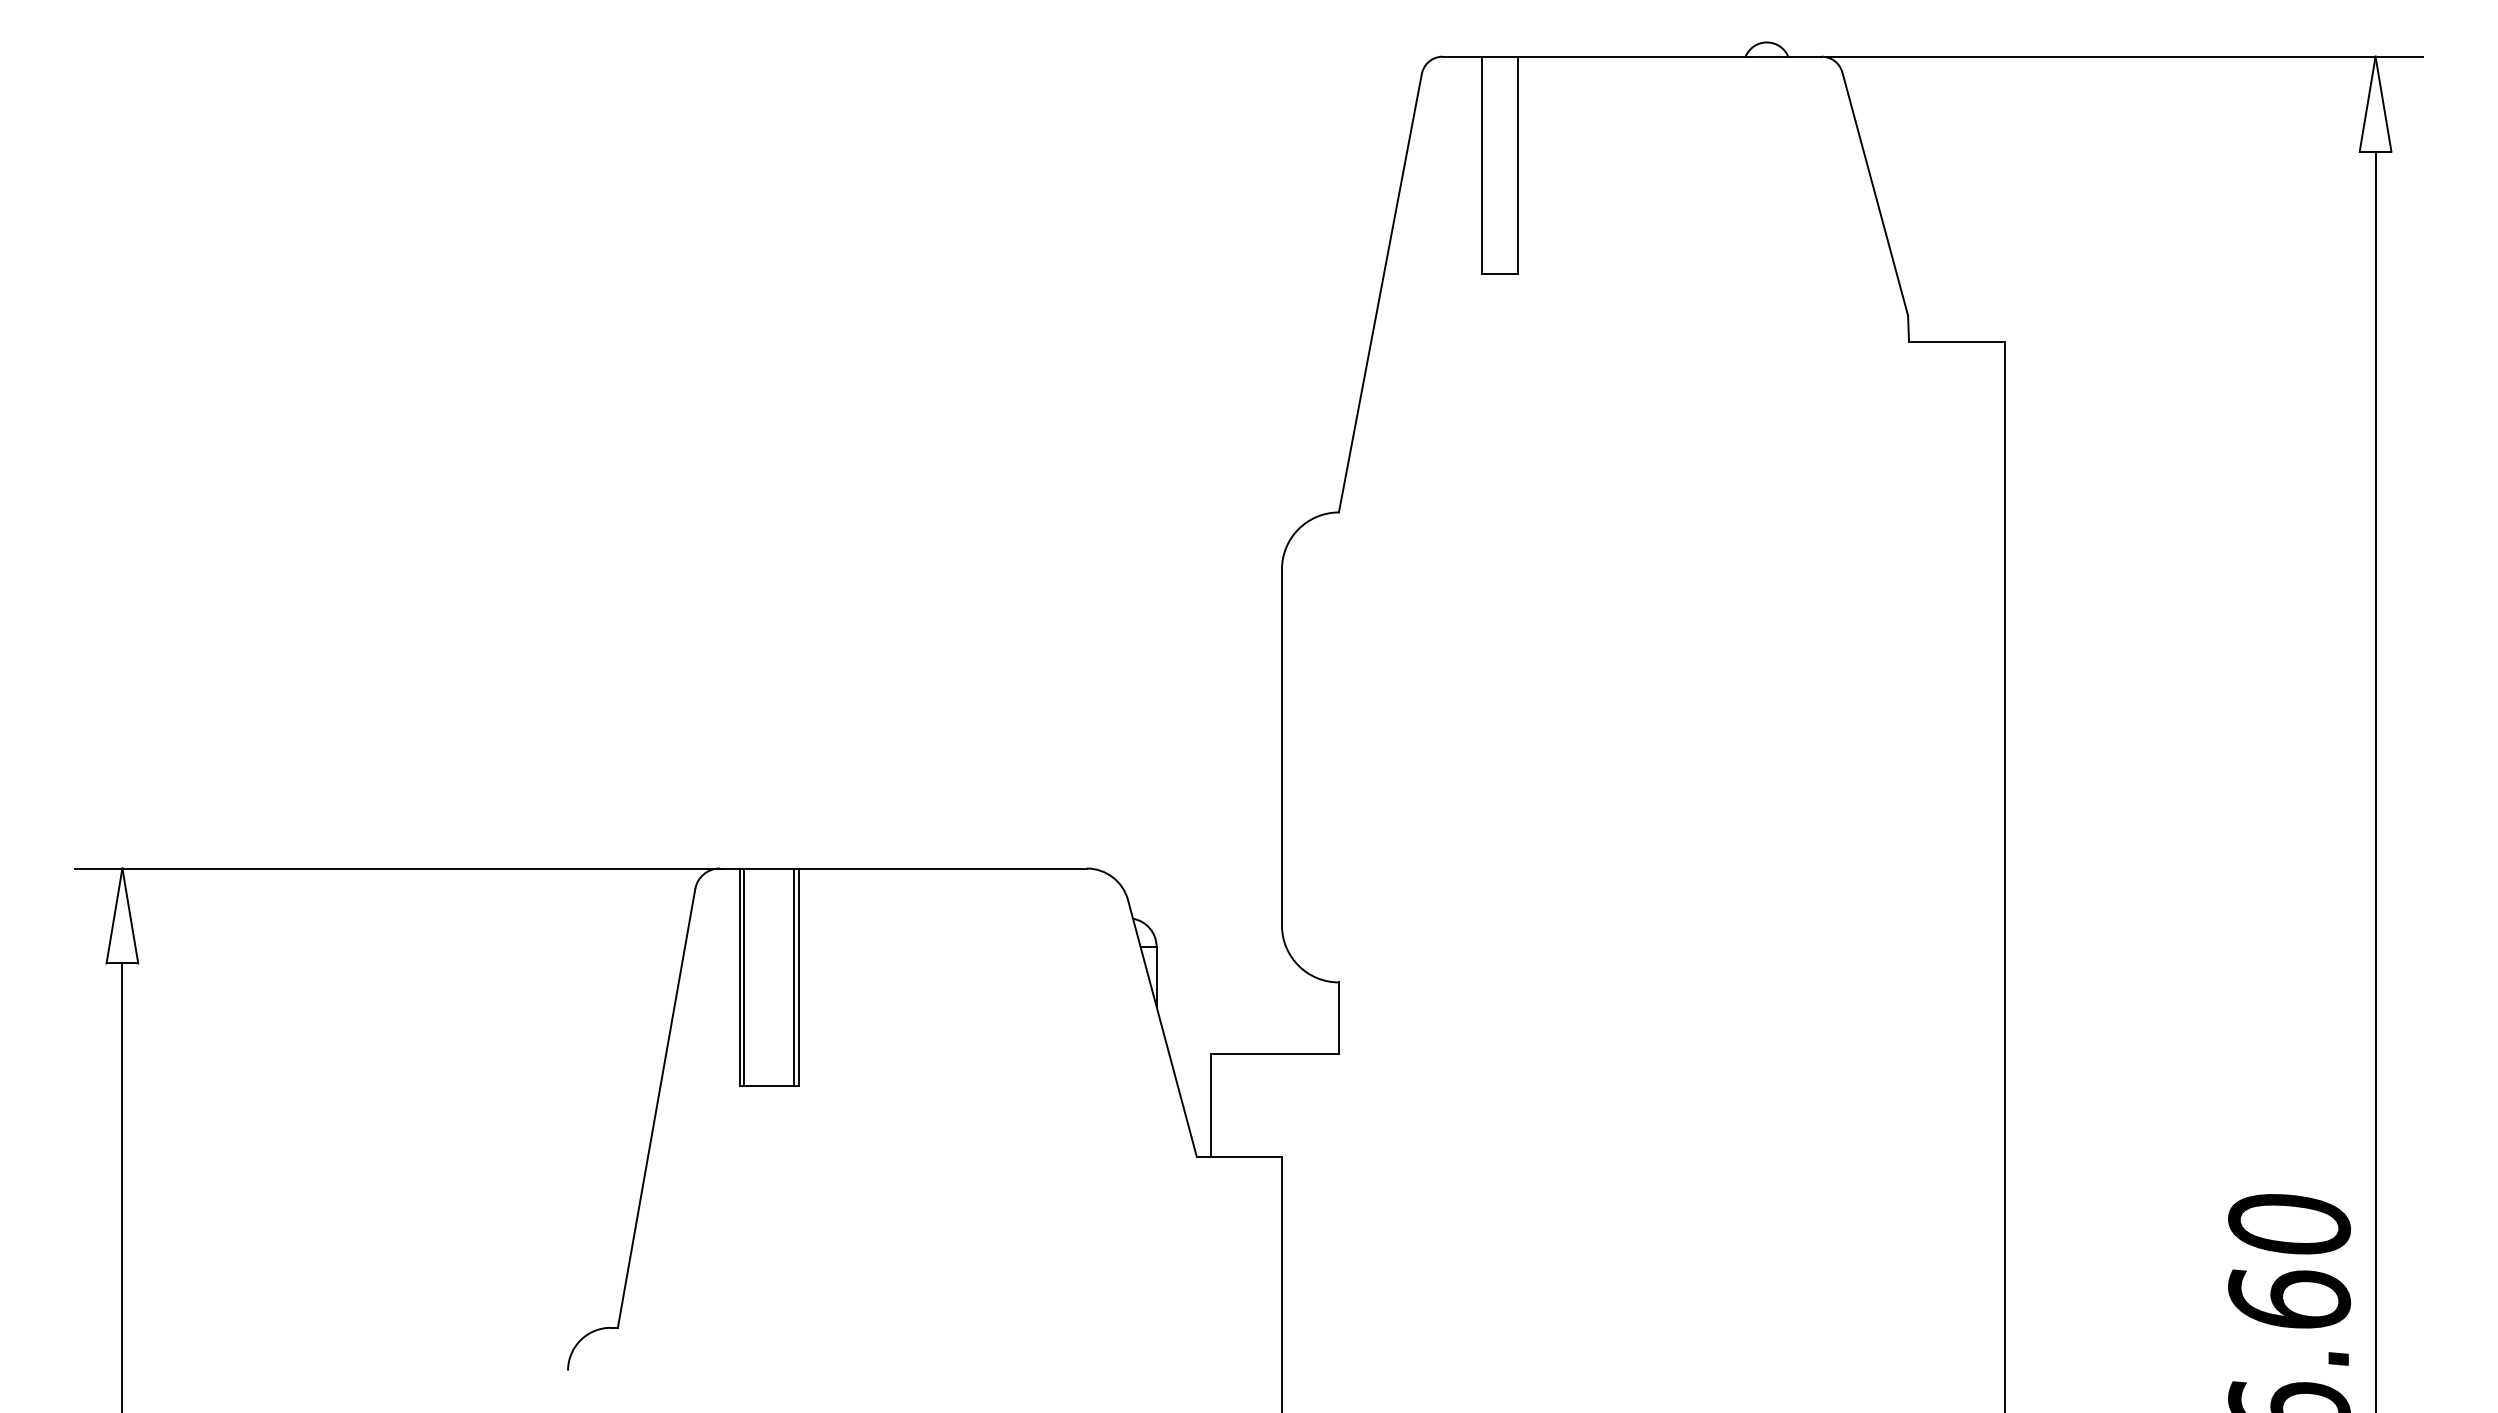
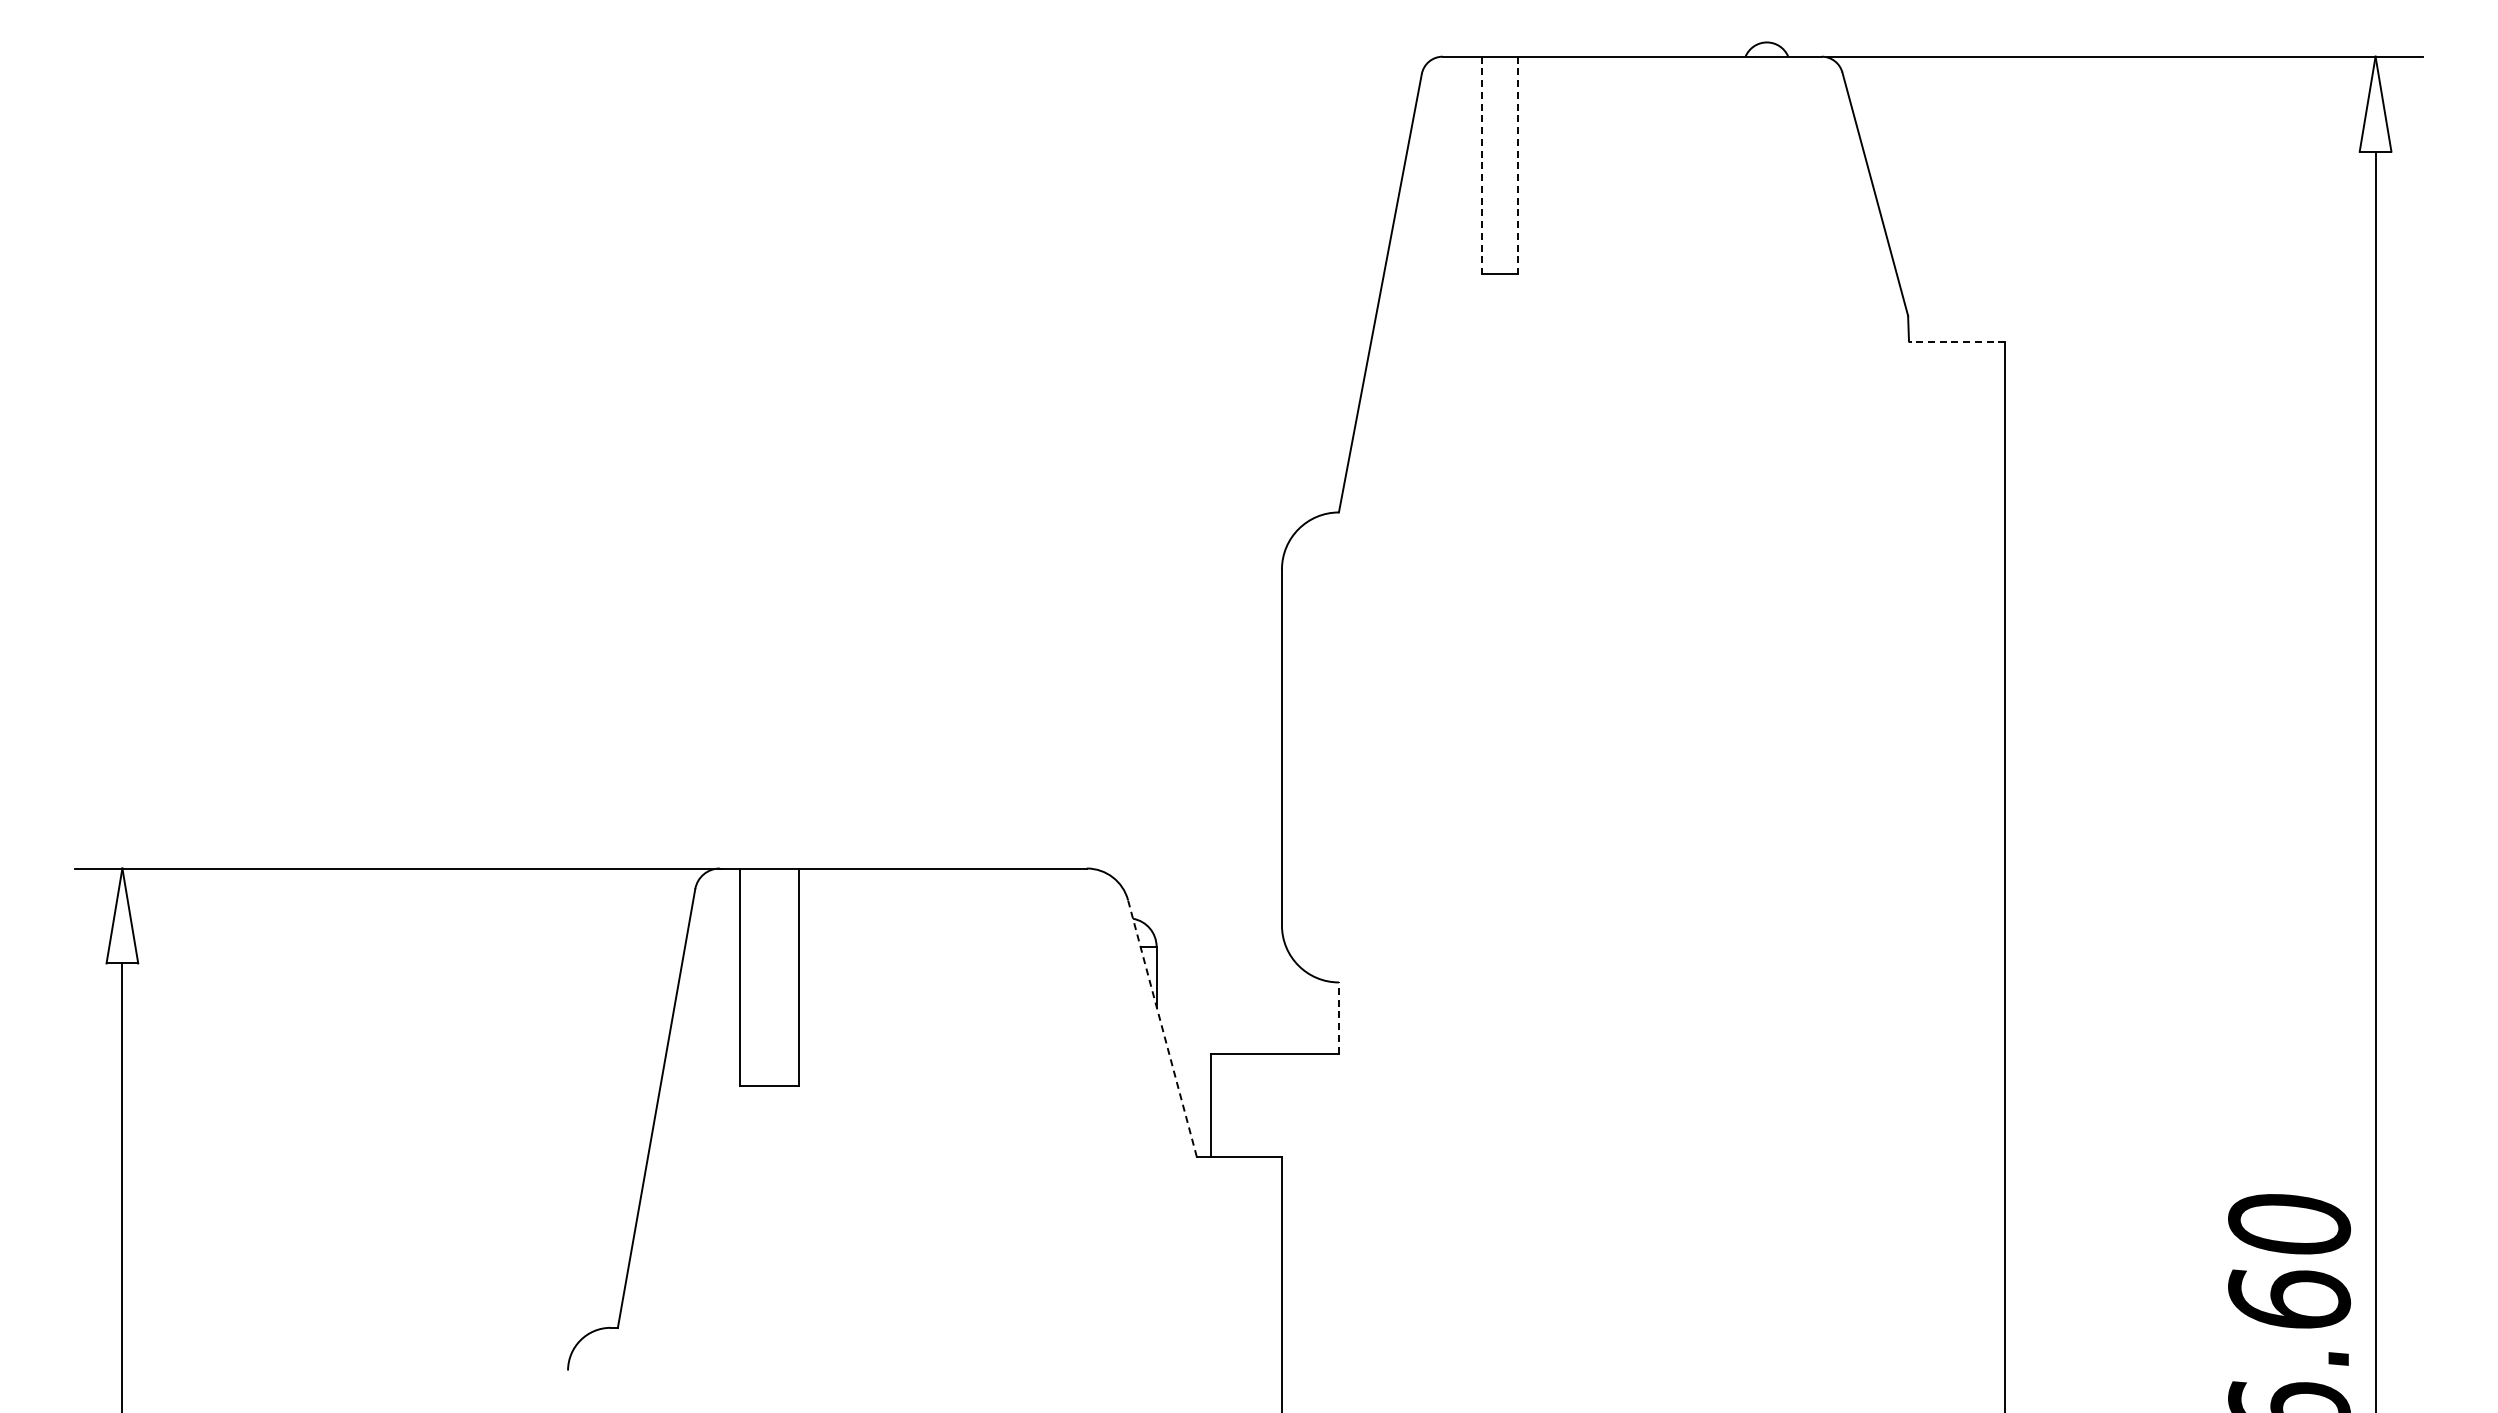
line at (1482, 165): solid -> dashed
line at (1517, 165): solid -> dashed
line at (1956, 341): solid -> dashed
line at (744, 976): present -> none
line at (794, 976): present -> none
line at (1338, 1018): solid -> dashed
line at (1162, 1028): solid -> dashed
